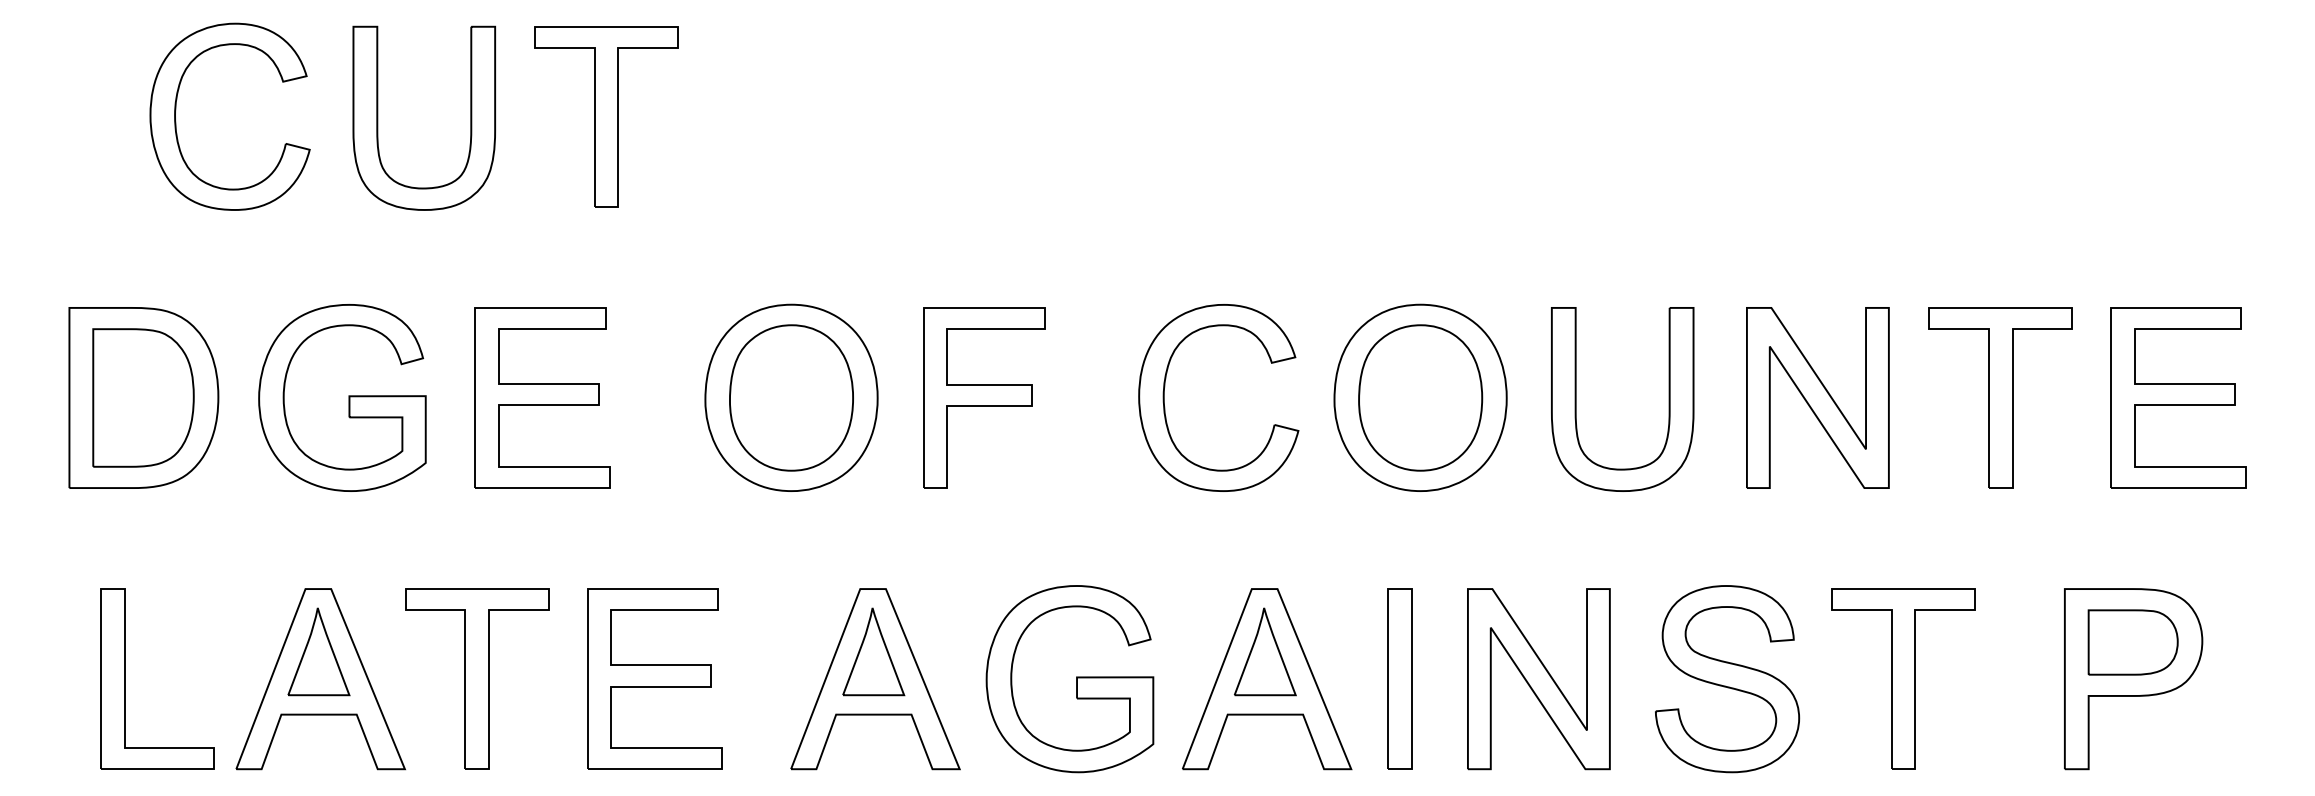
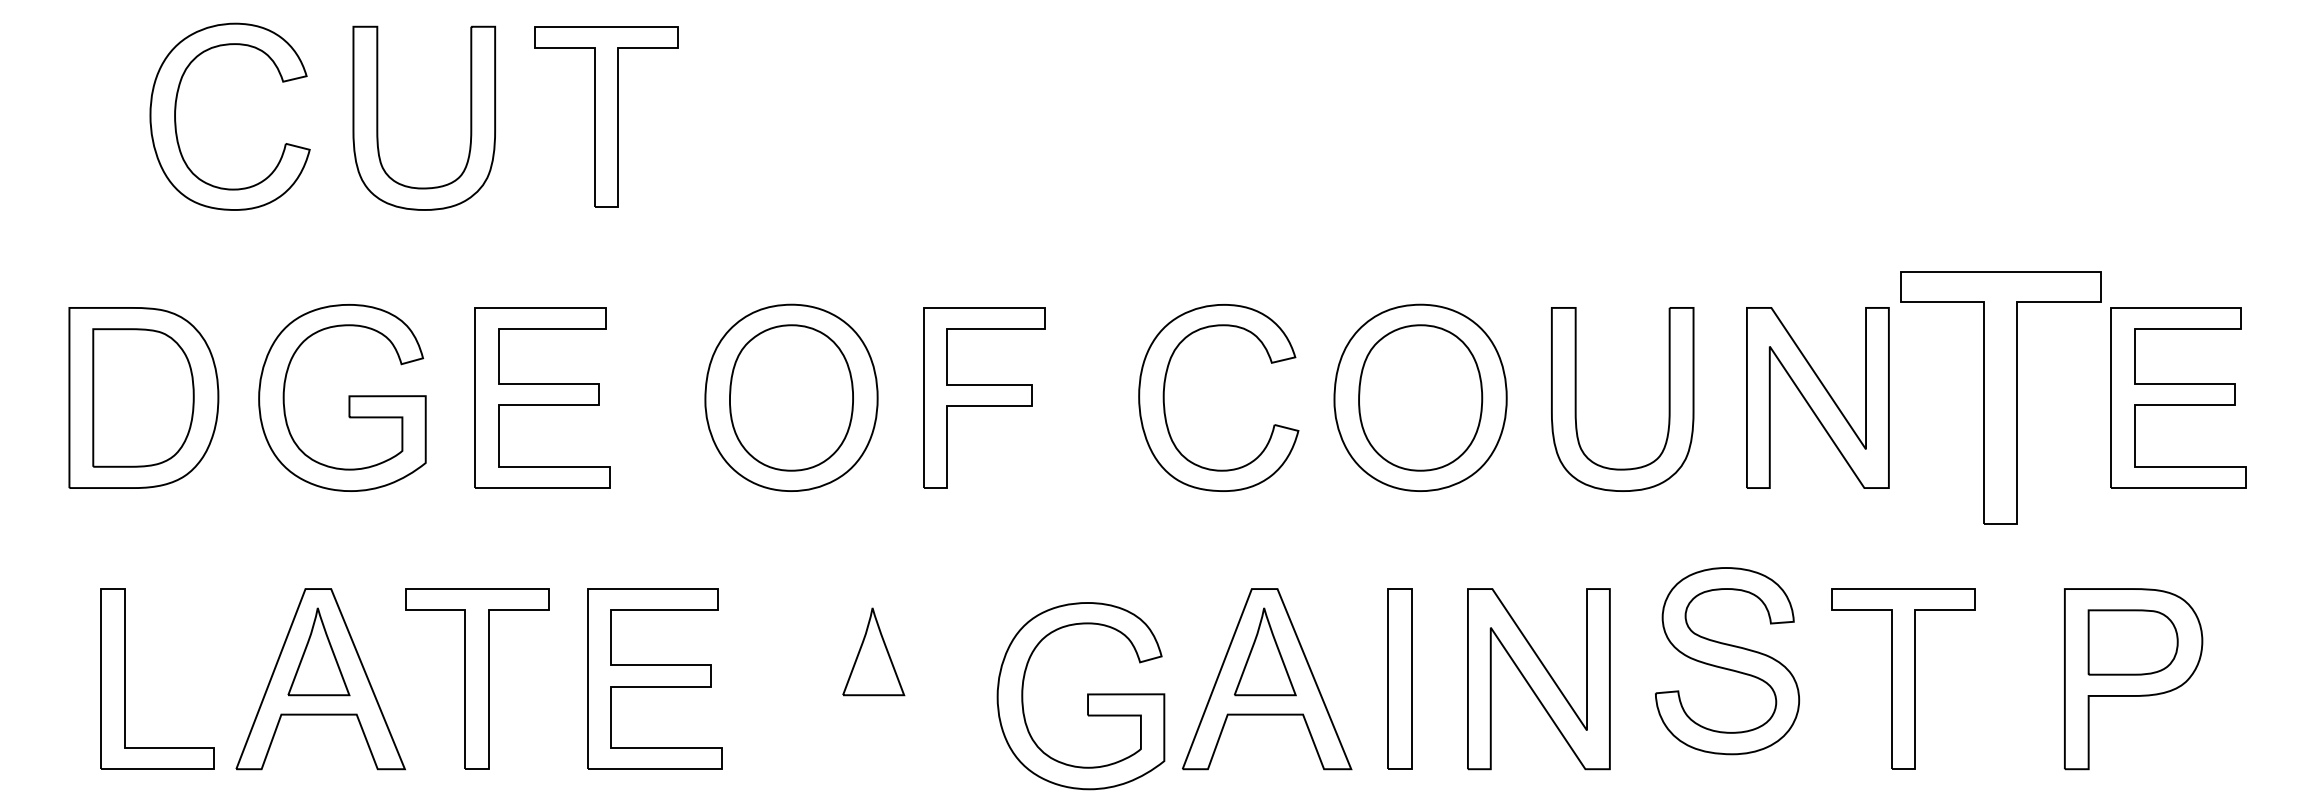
part at (2000, 397) size: 145x182 px -> 202x254 px
part at (875, 679): present -> none
part at (1076, 679) position: (1076, 679) -> (1087, 696)
part at (1727, 679) position: (1727, 679) -> (1727, 661)
